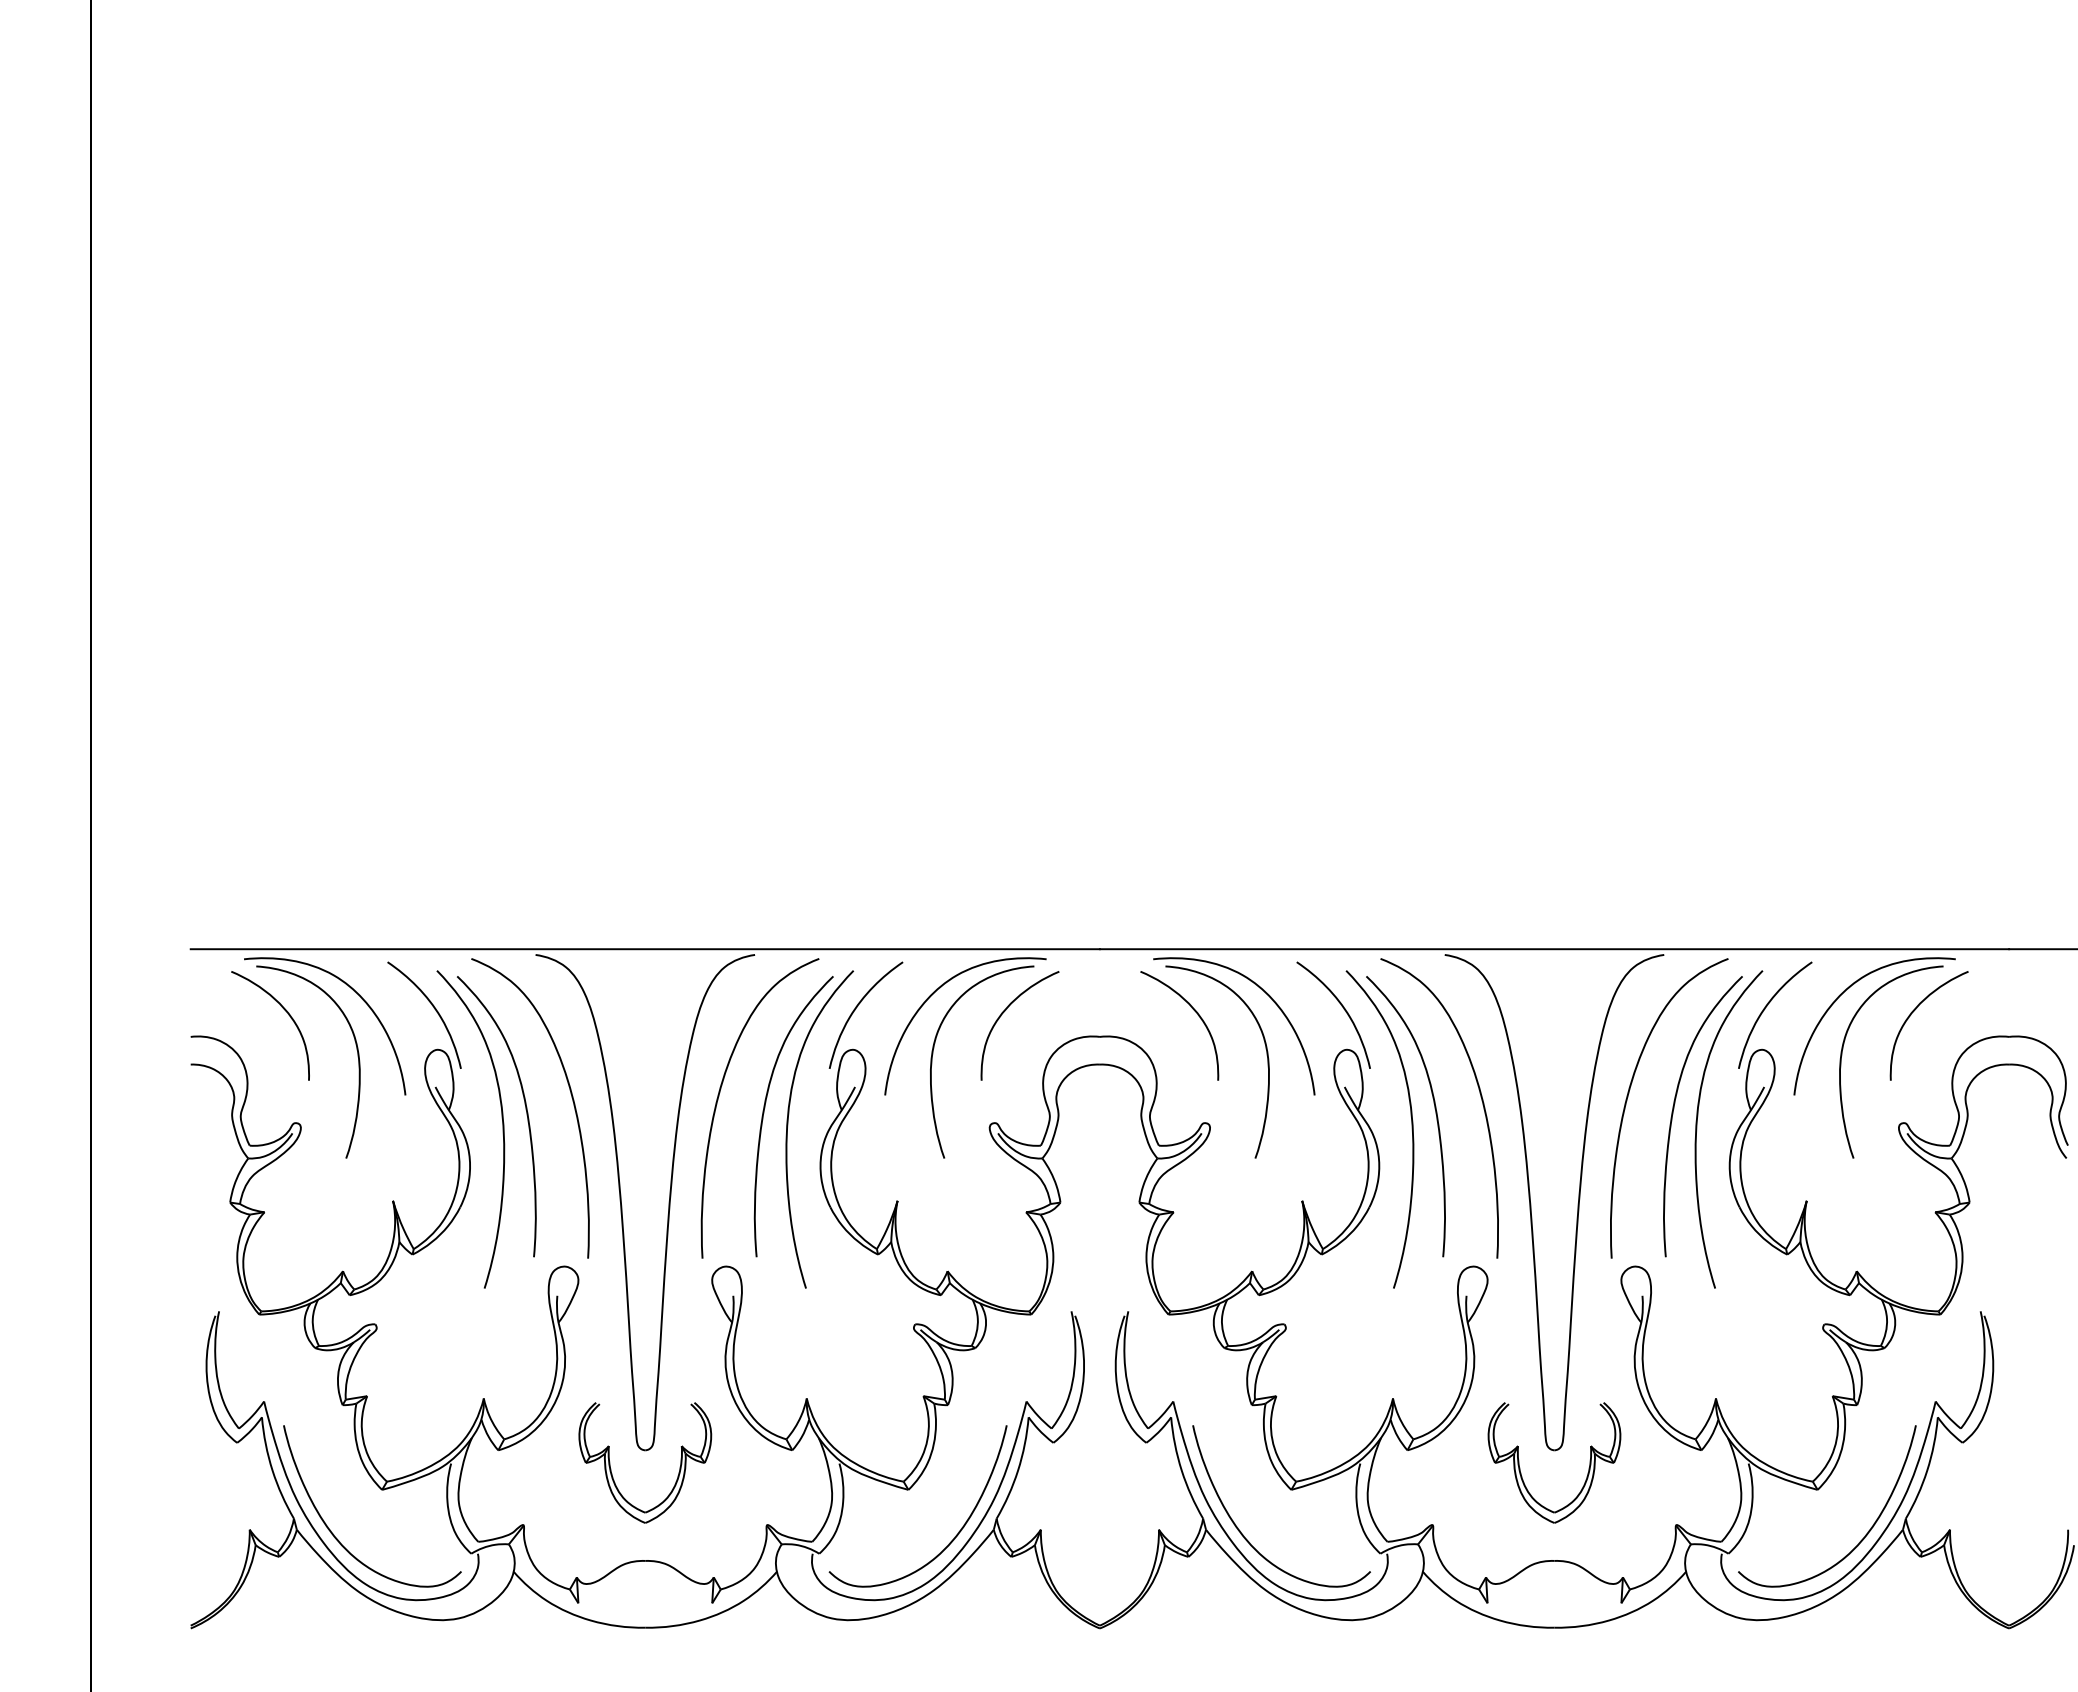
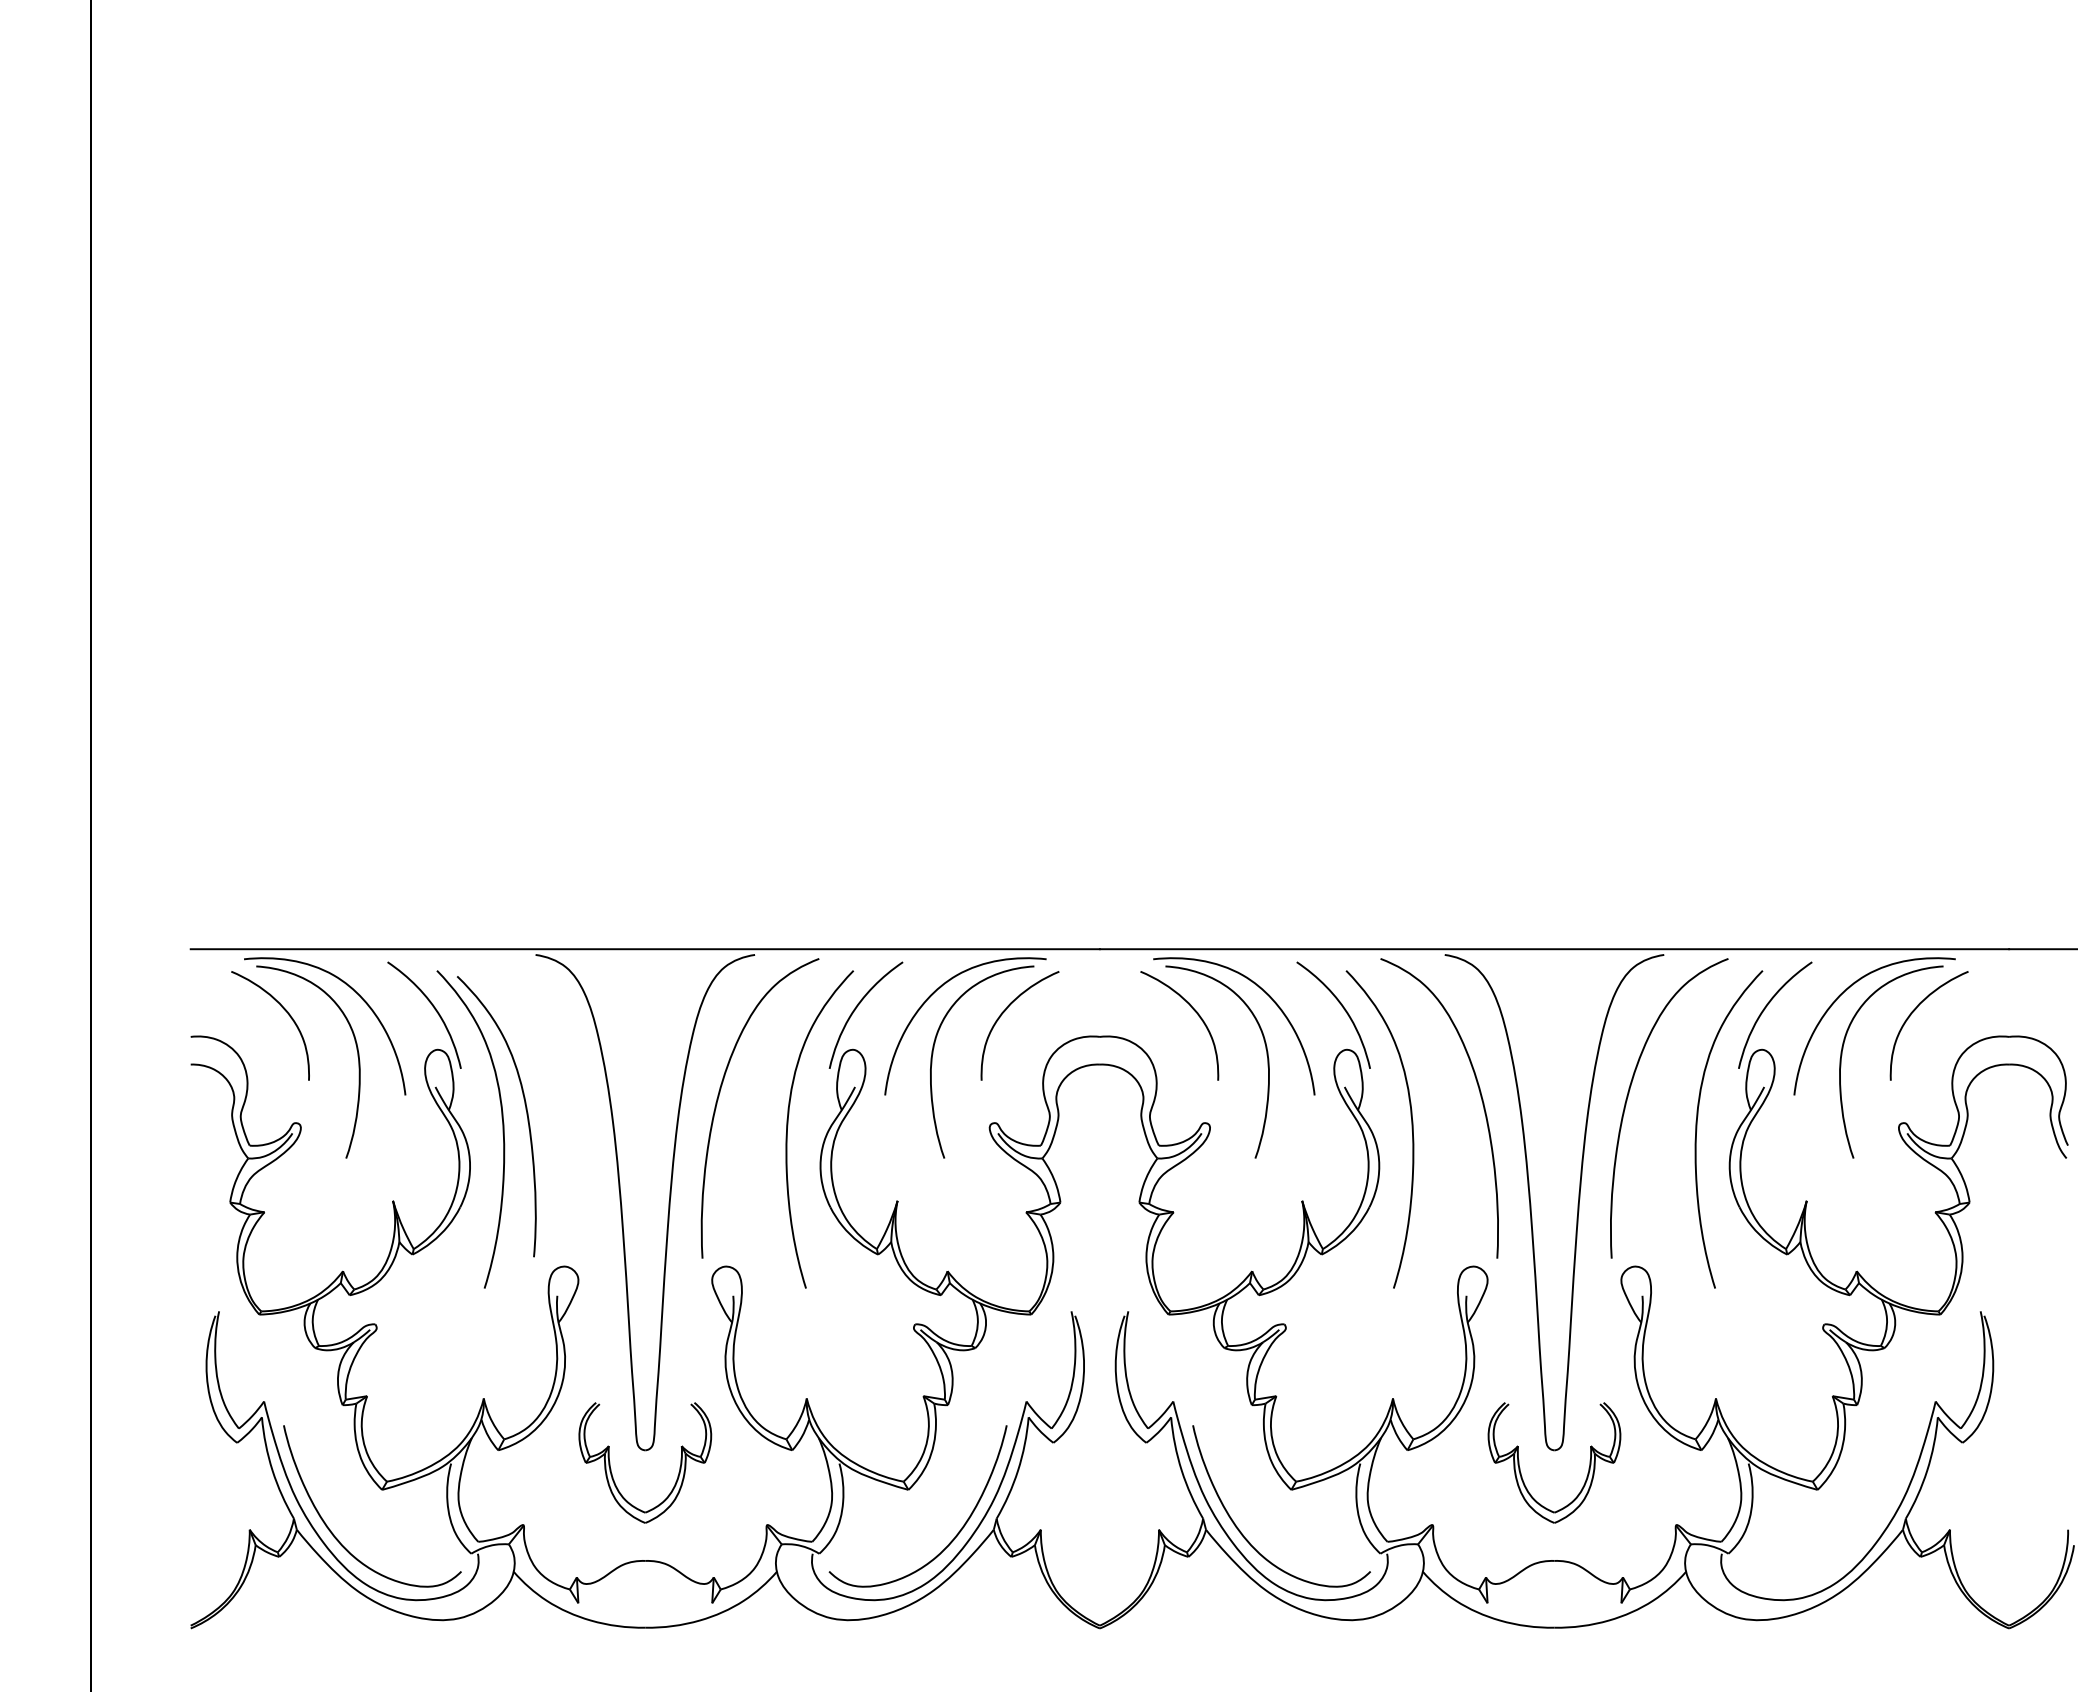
curve at (570, 1094): present -> none
curve at (765, 1108): present -> none
curve at (1674, 1109): present -> none
curve at (1435, 1114): present -> none
curve at (1865, 1534): present -> none
